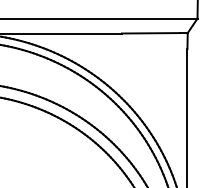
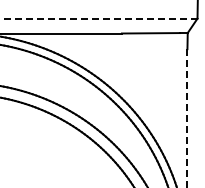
line at (98, 18): solid -> dashed
line at (187, 118): solid -> dashed
